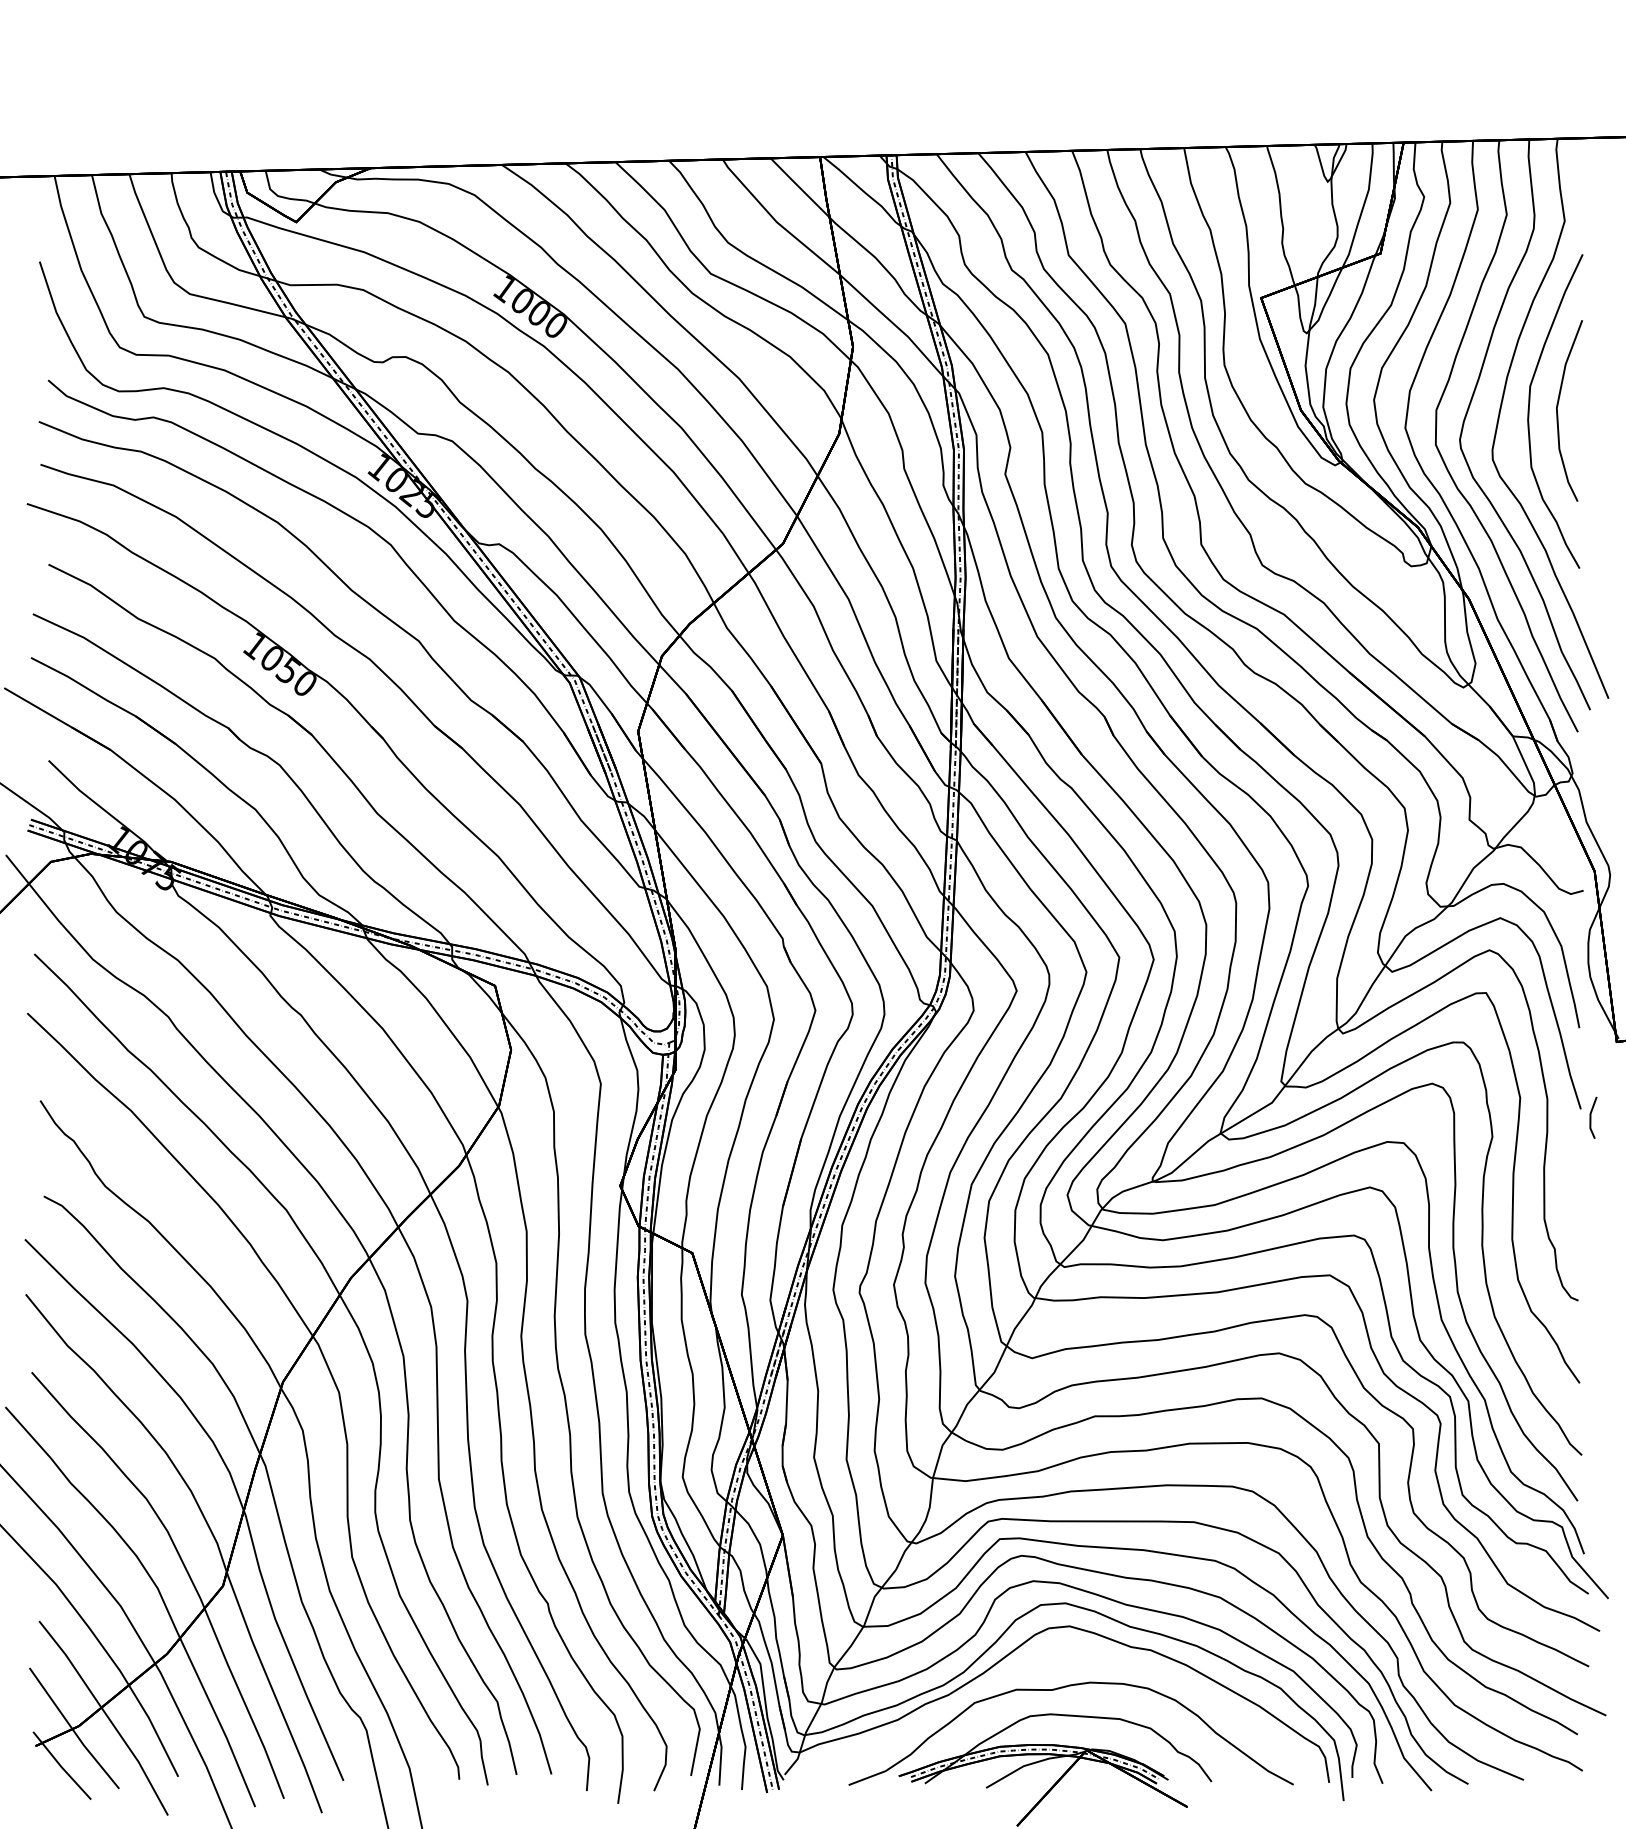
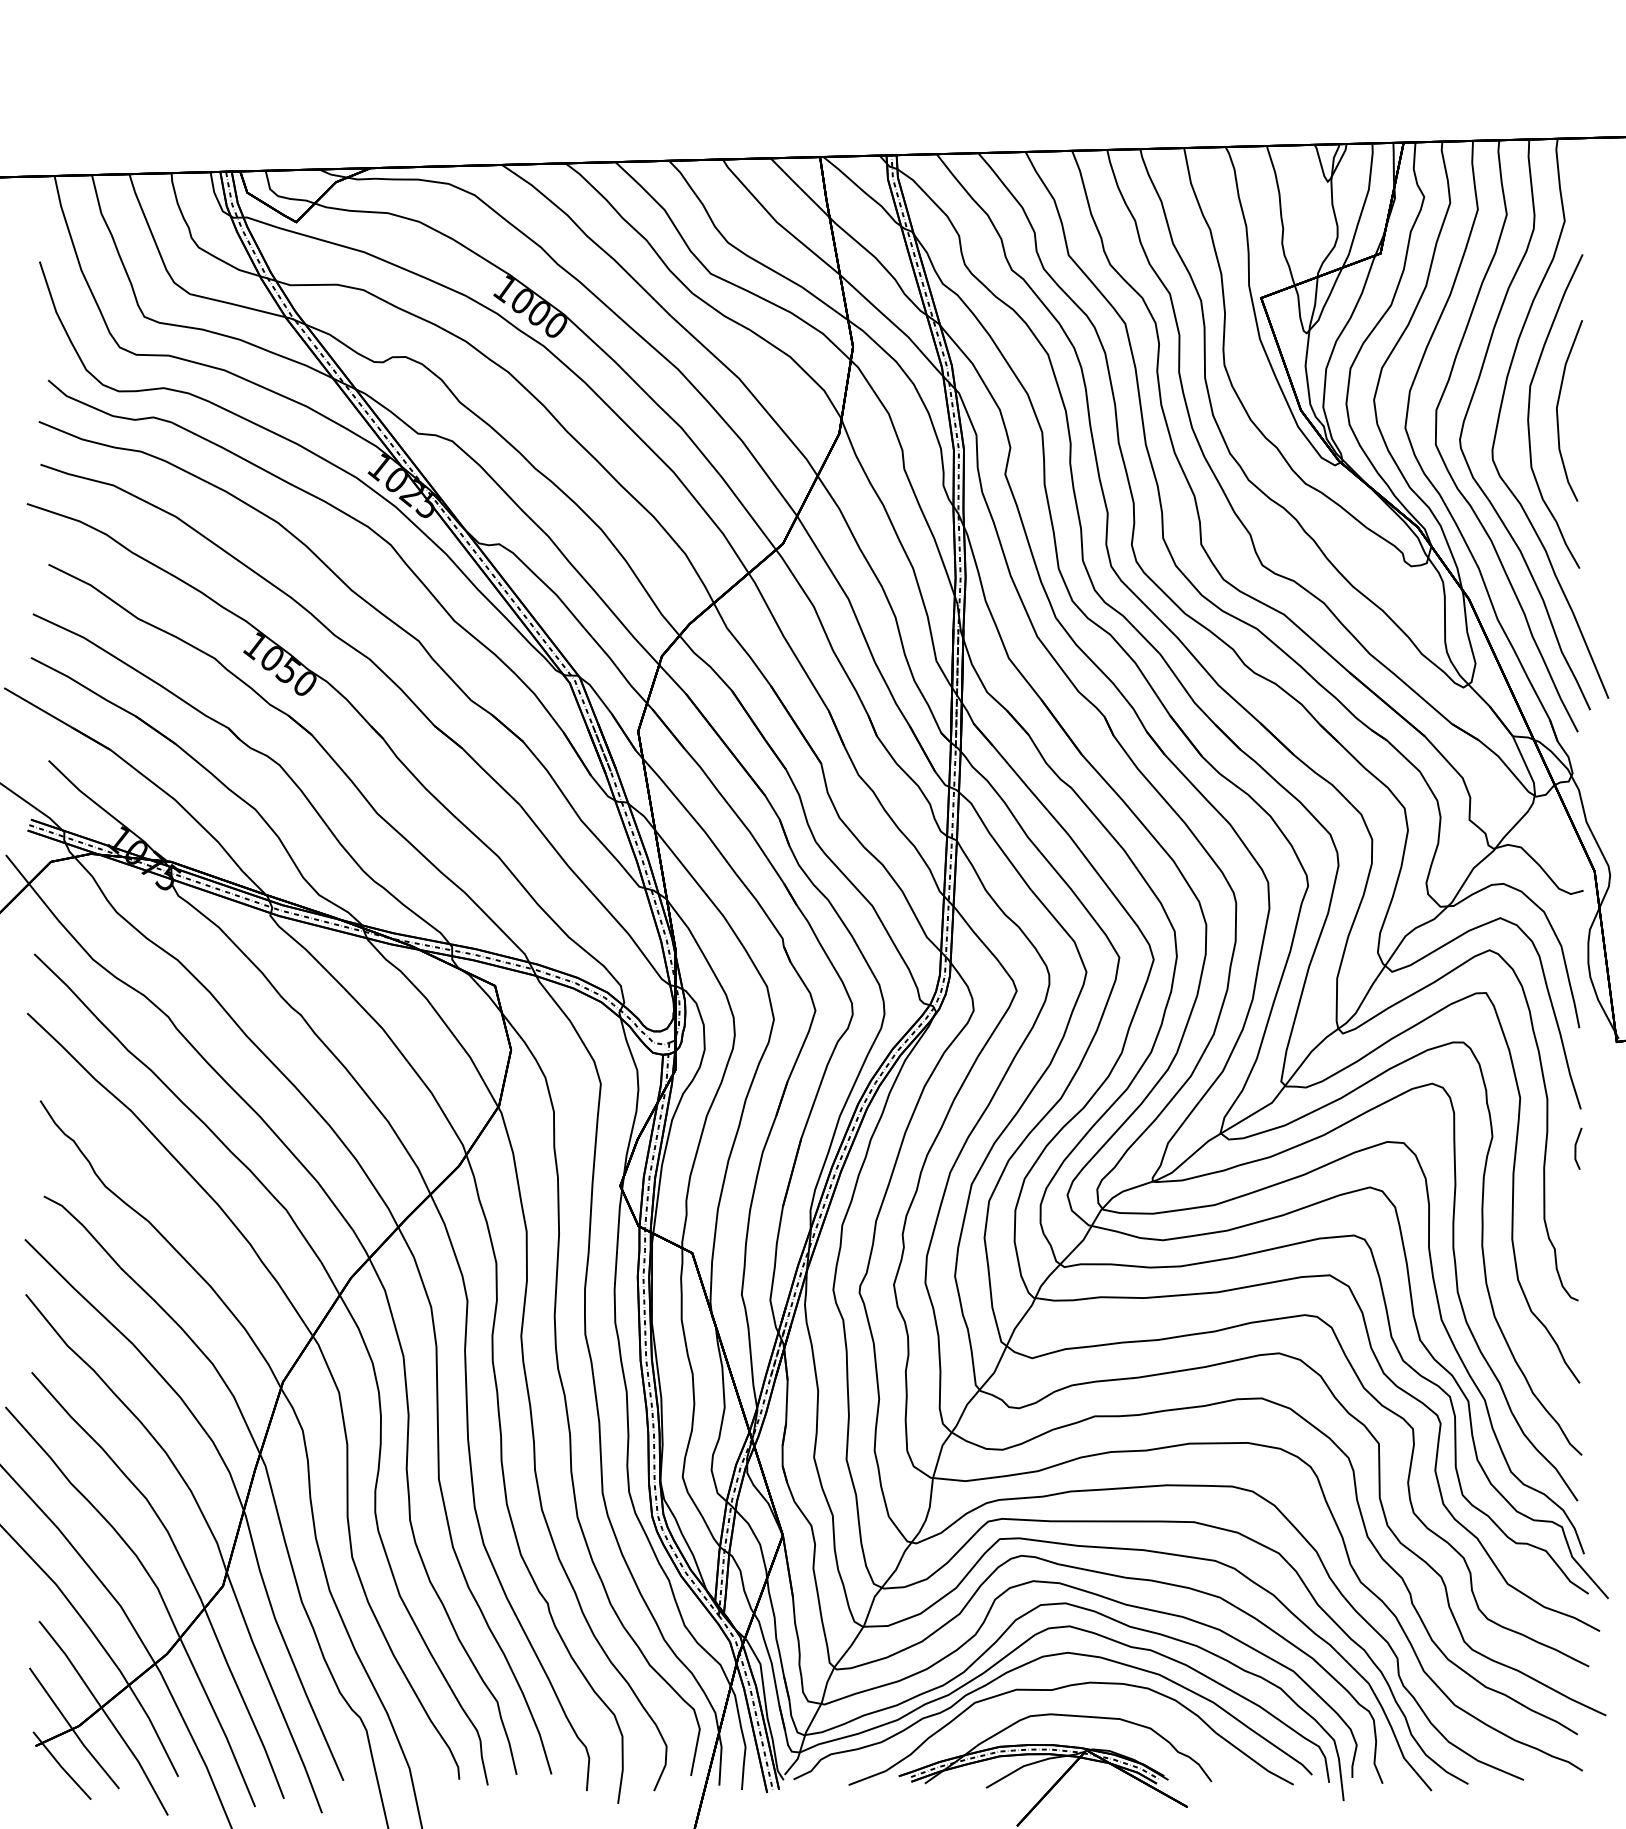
line at (1591, 1117) position: (1591, 1117) -> (1576, 1148)
curve at (1030, 1663): none -> present
